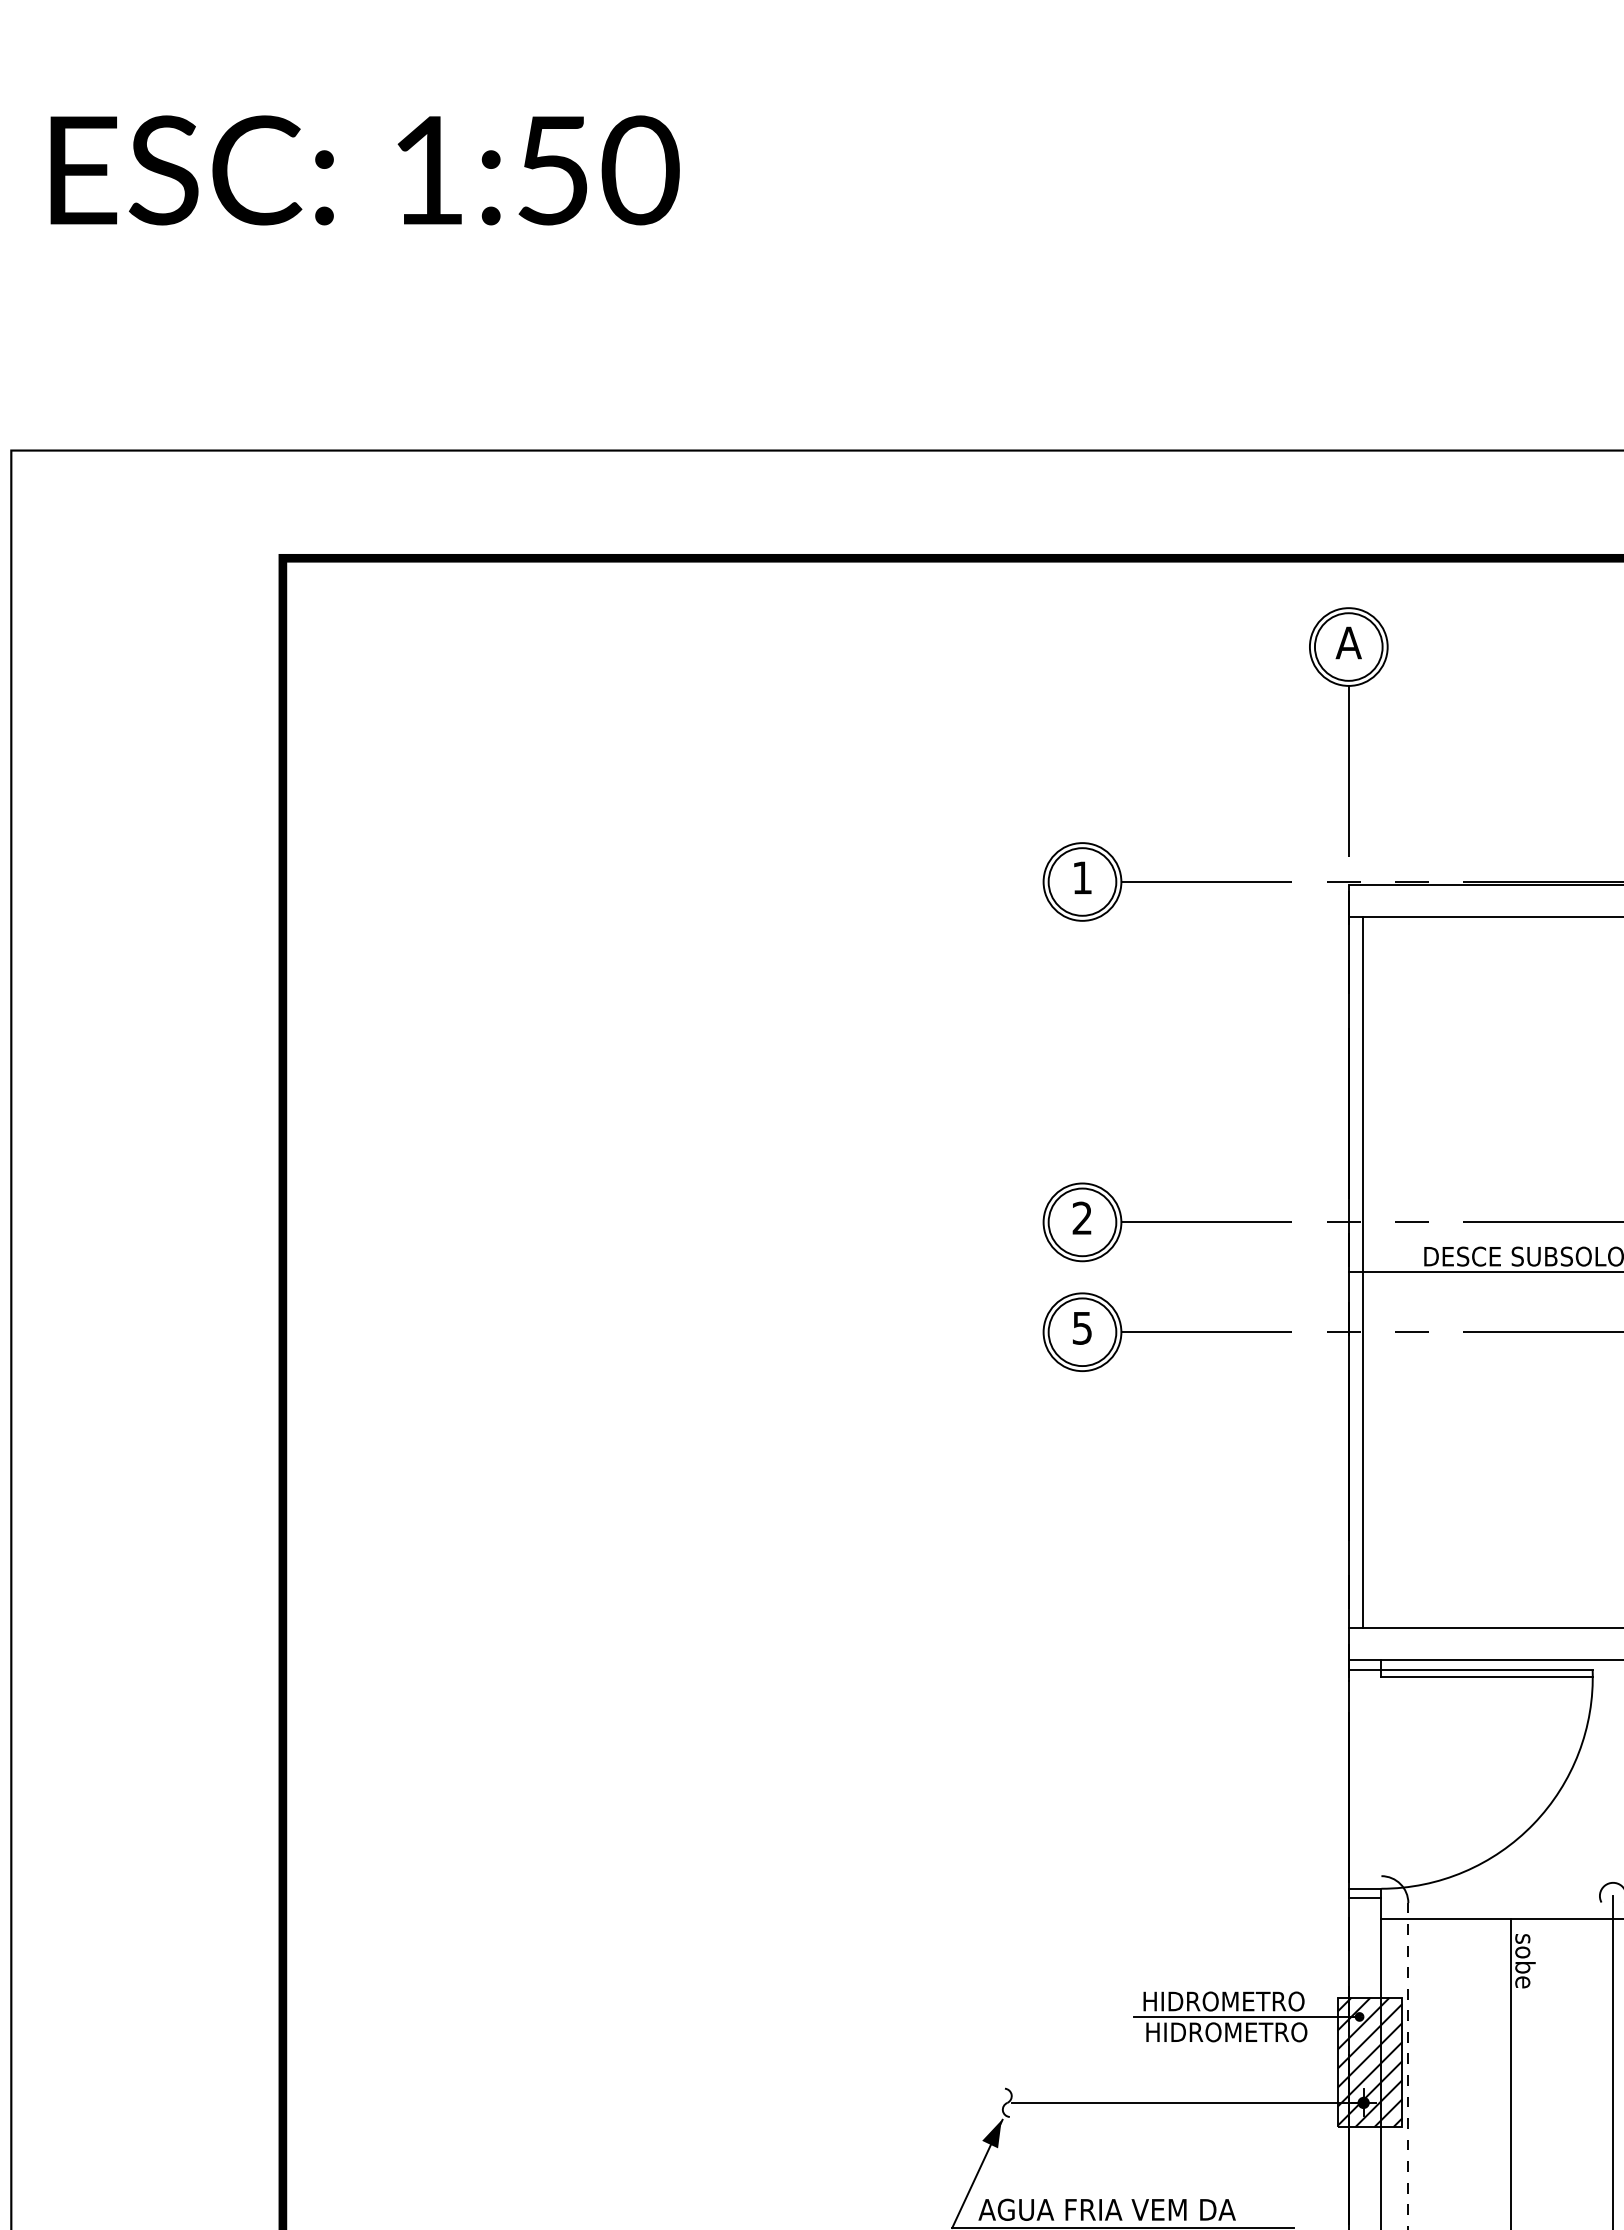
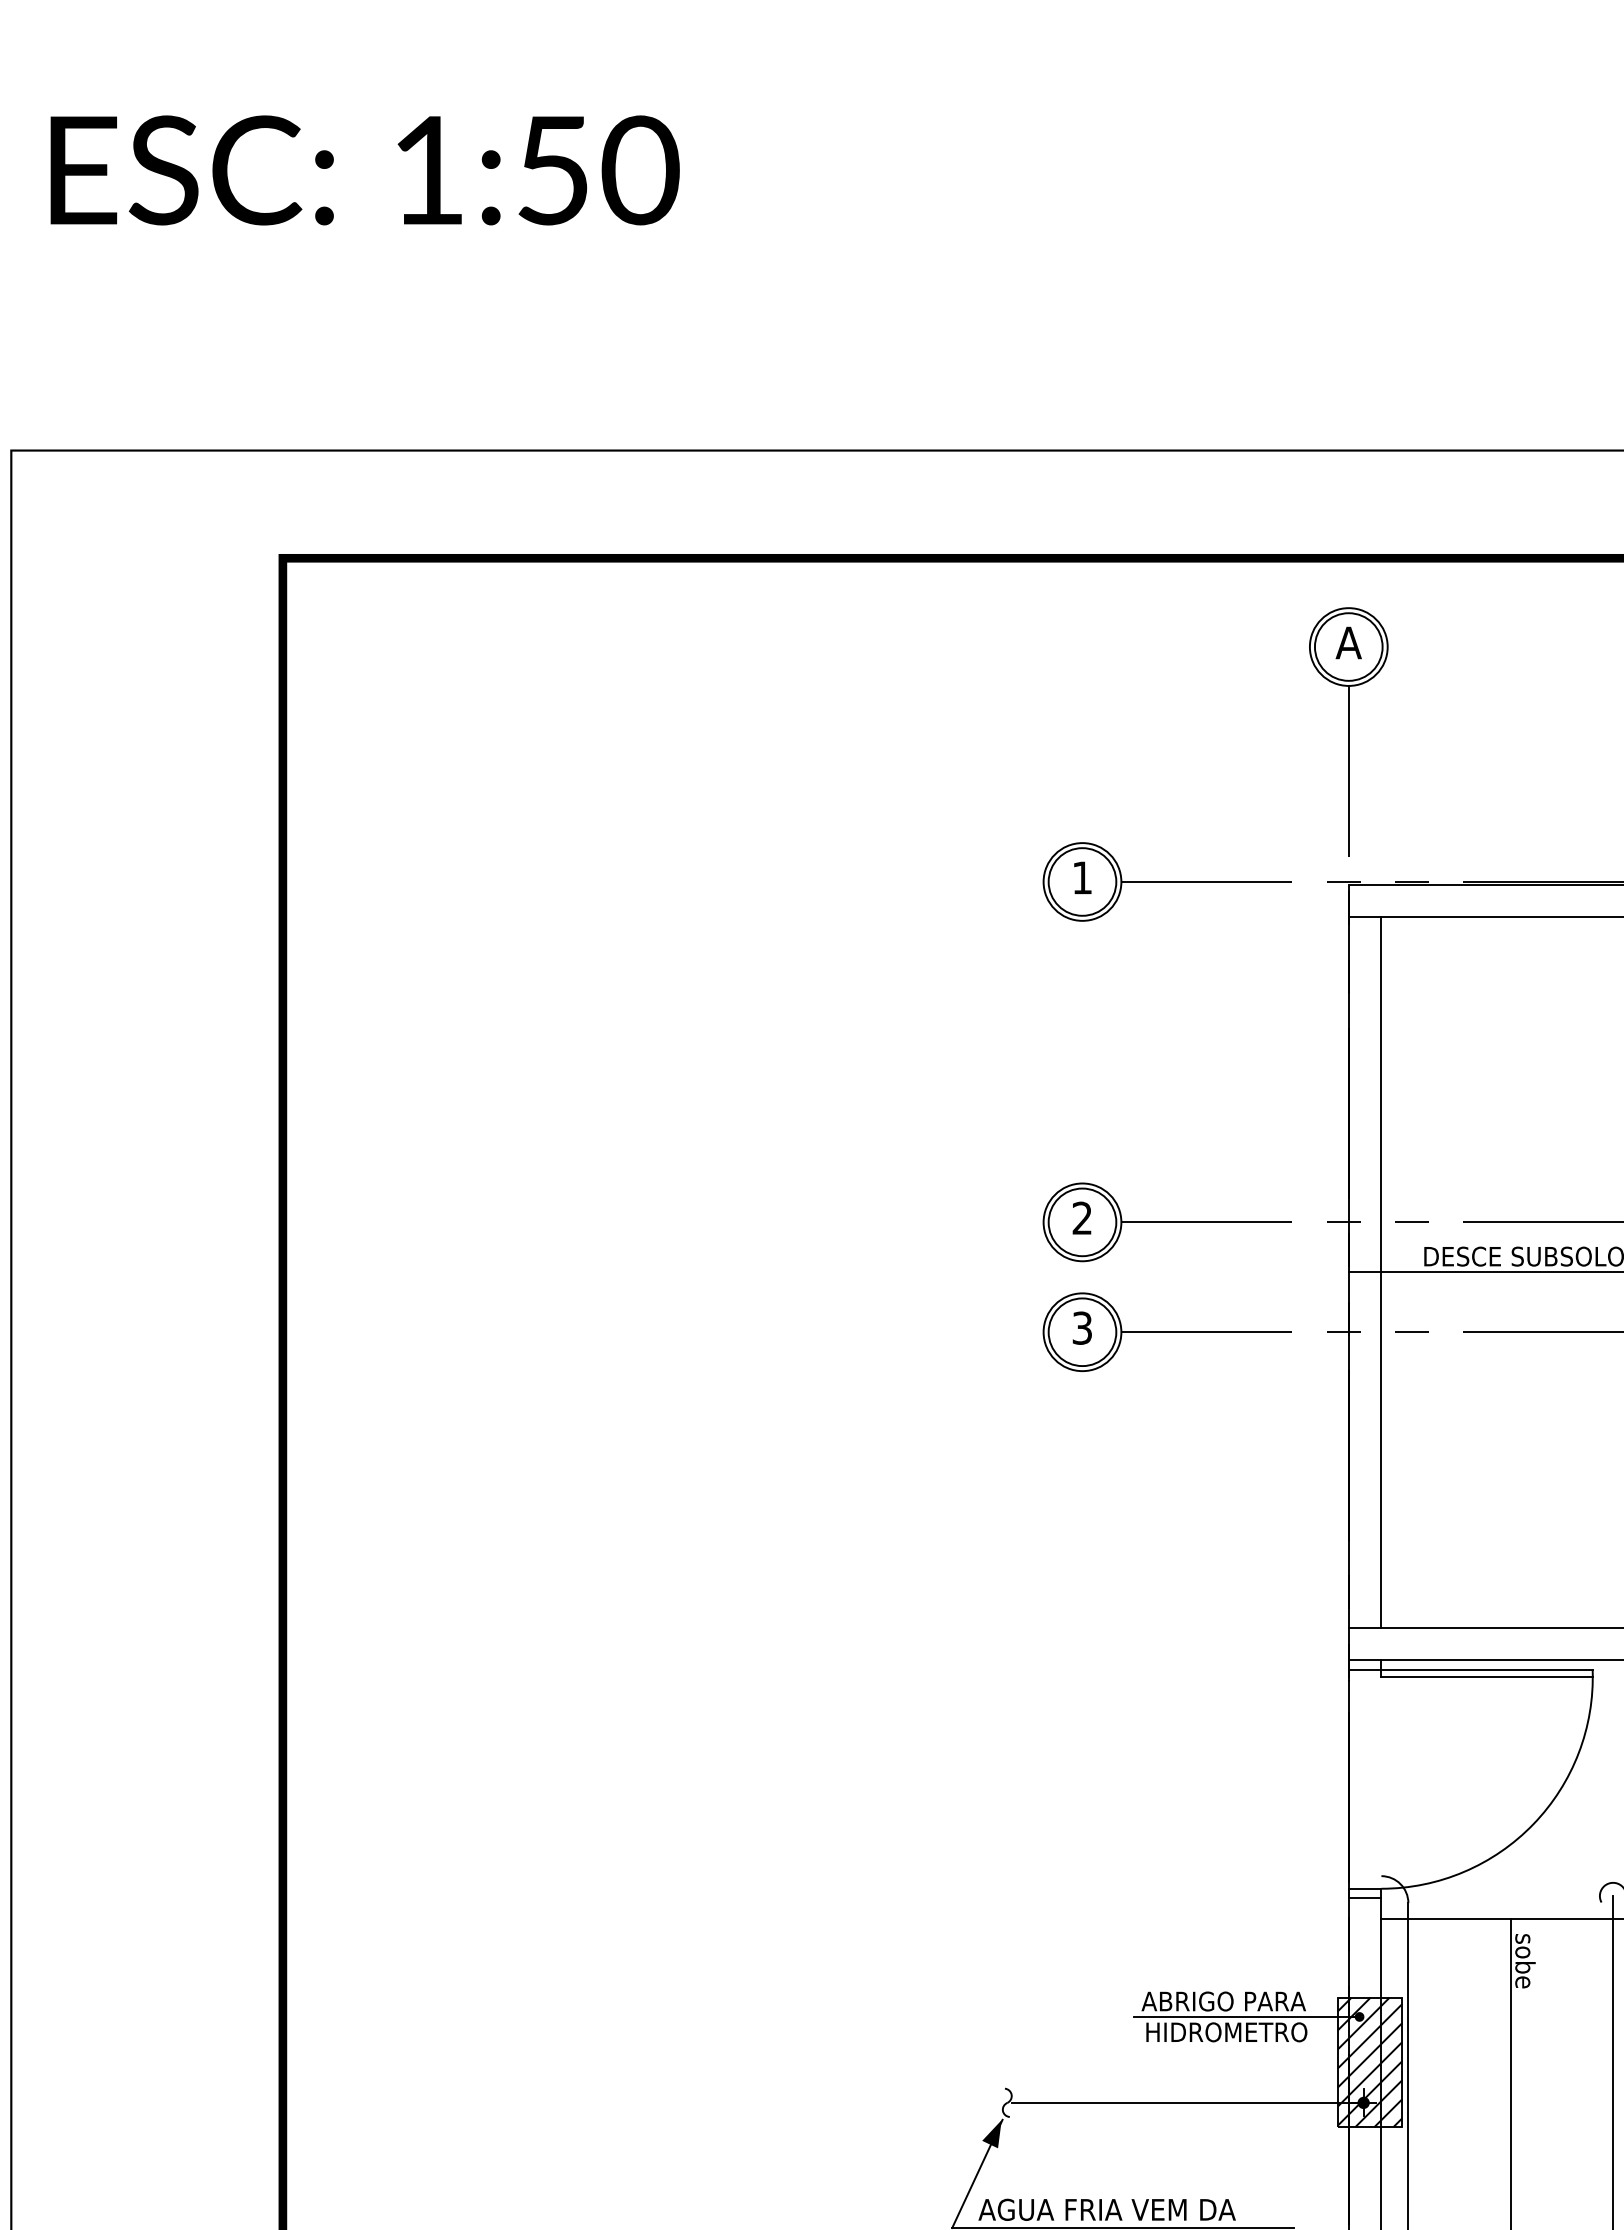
line at (1363, 1271) position: (1363, 1271) -> (1381, 1271)
text at (1082, 1327): 5 -> 3
text at (1223, 2001): HIDROMETRO -> ABRIGO PARA
line at (1408, 2065): dashed -> solid
